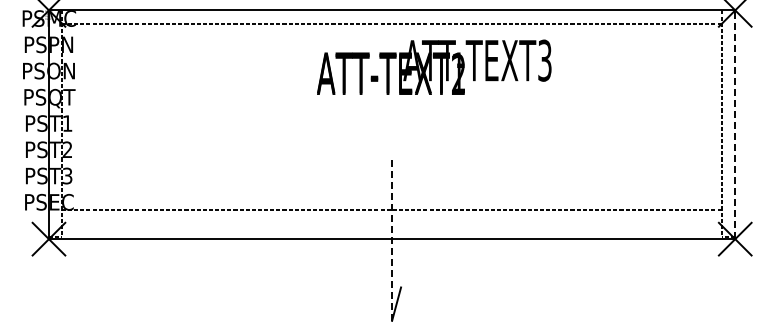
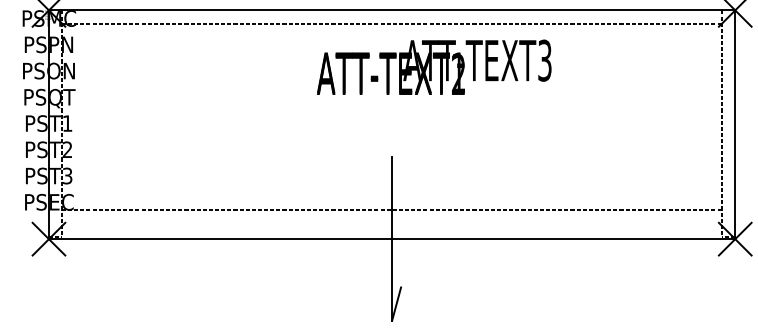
line at (735, 124): dashed -> solid
line at (392, 239): dashed -> solid
